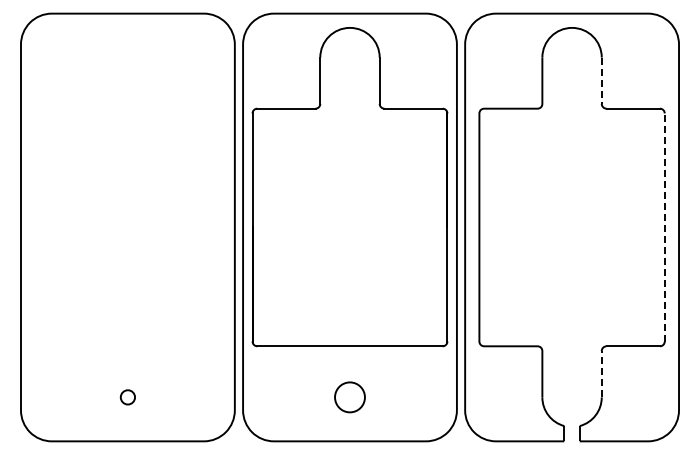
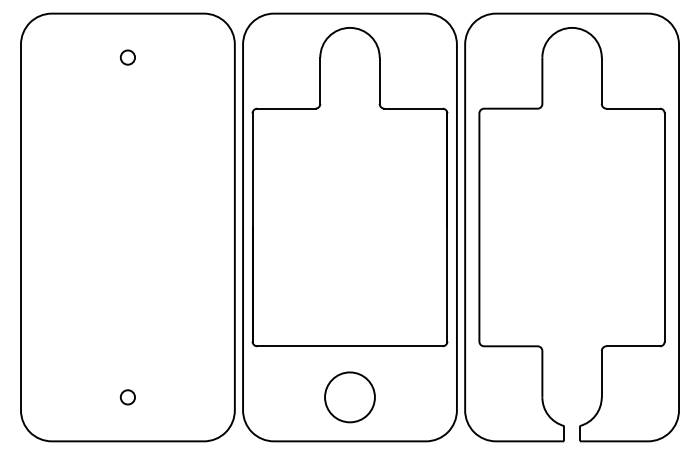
circle at (127, 57): none -> present
line at (601, 81): dashed -> solid
line at (664, 227): dashed -> solid
line at (601, 373): dashed -> solid
circle at (349, 397) diameter: 30 px -> 50 px
